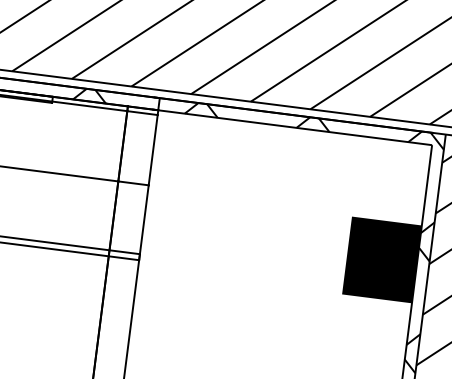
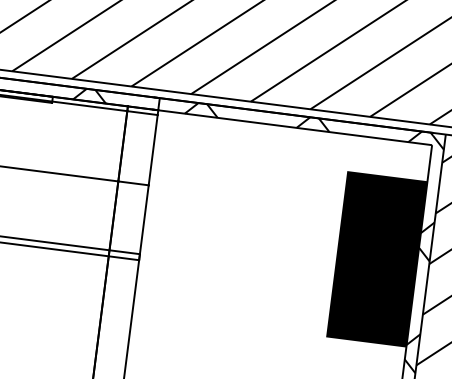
fill at (376, 259): none -> present
